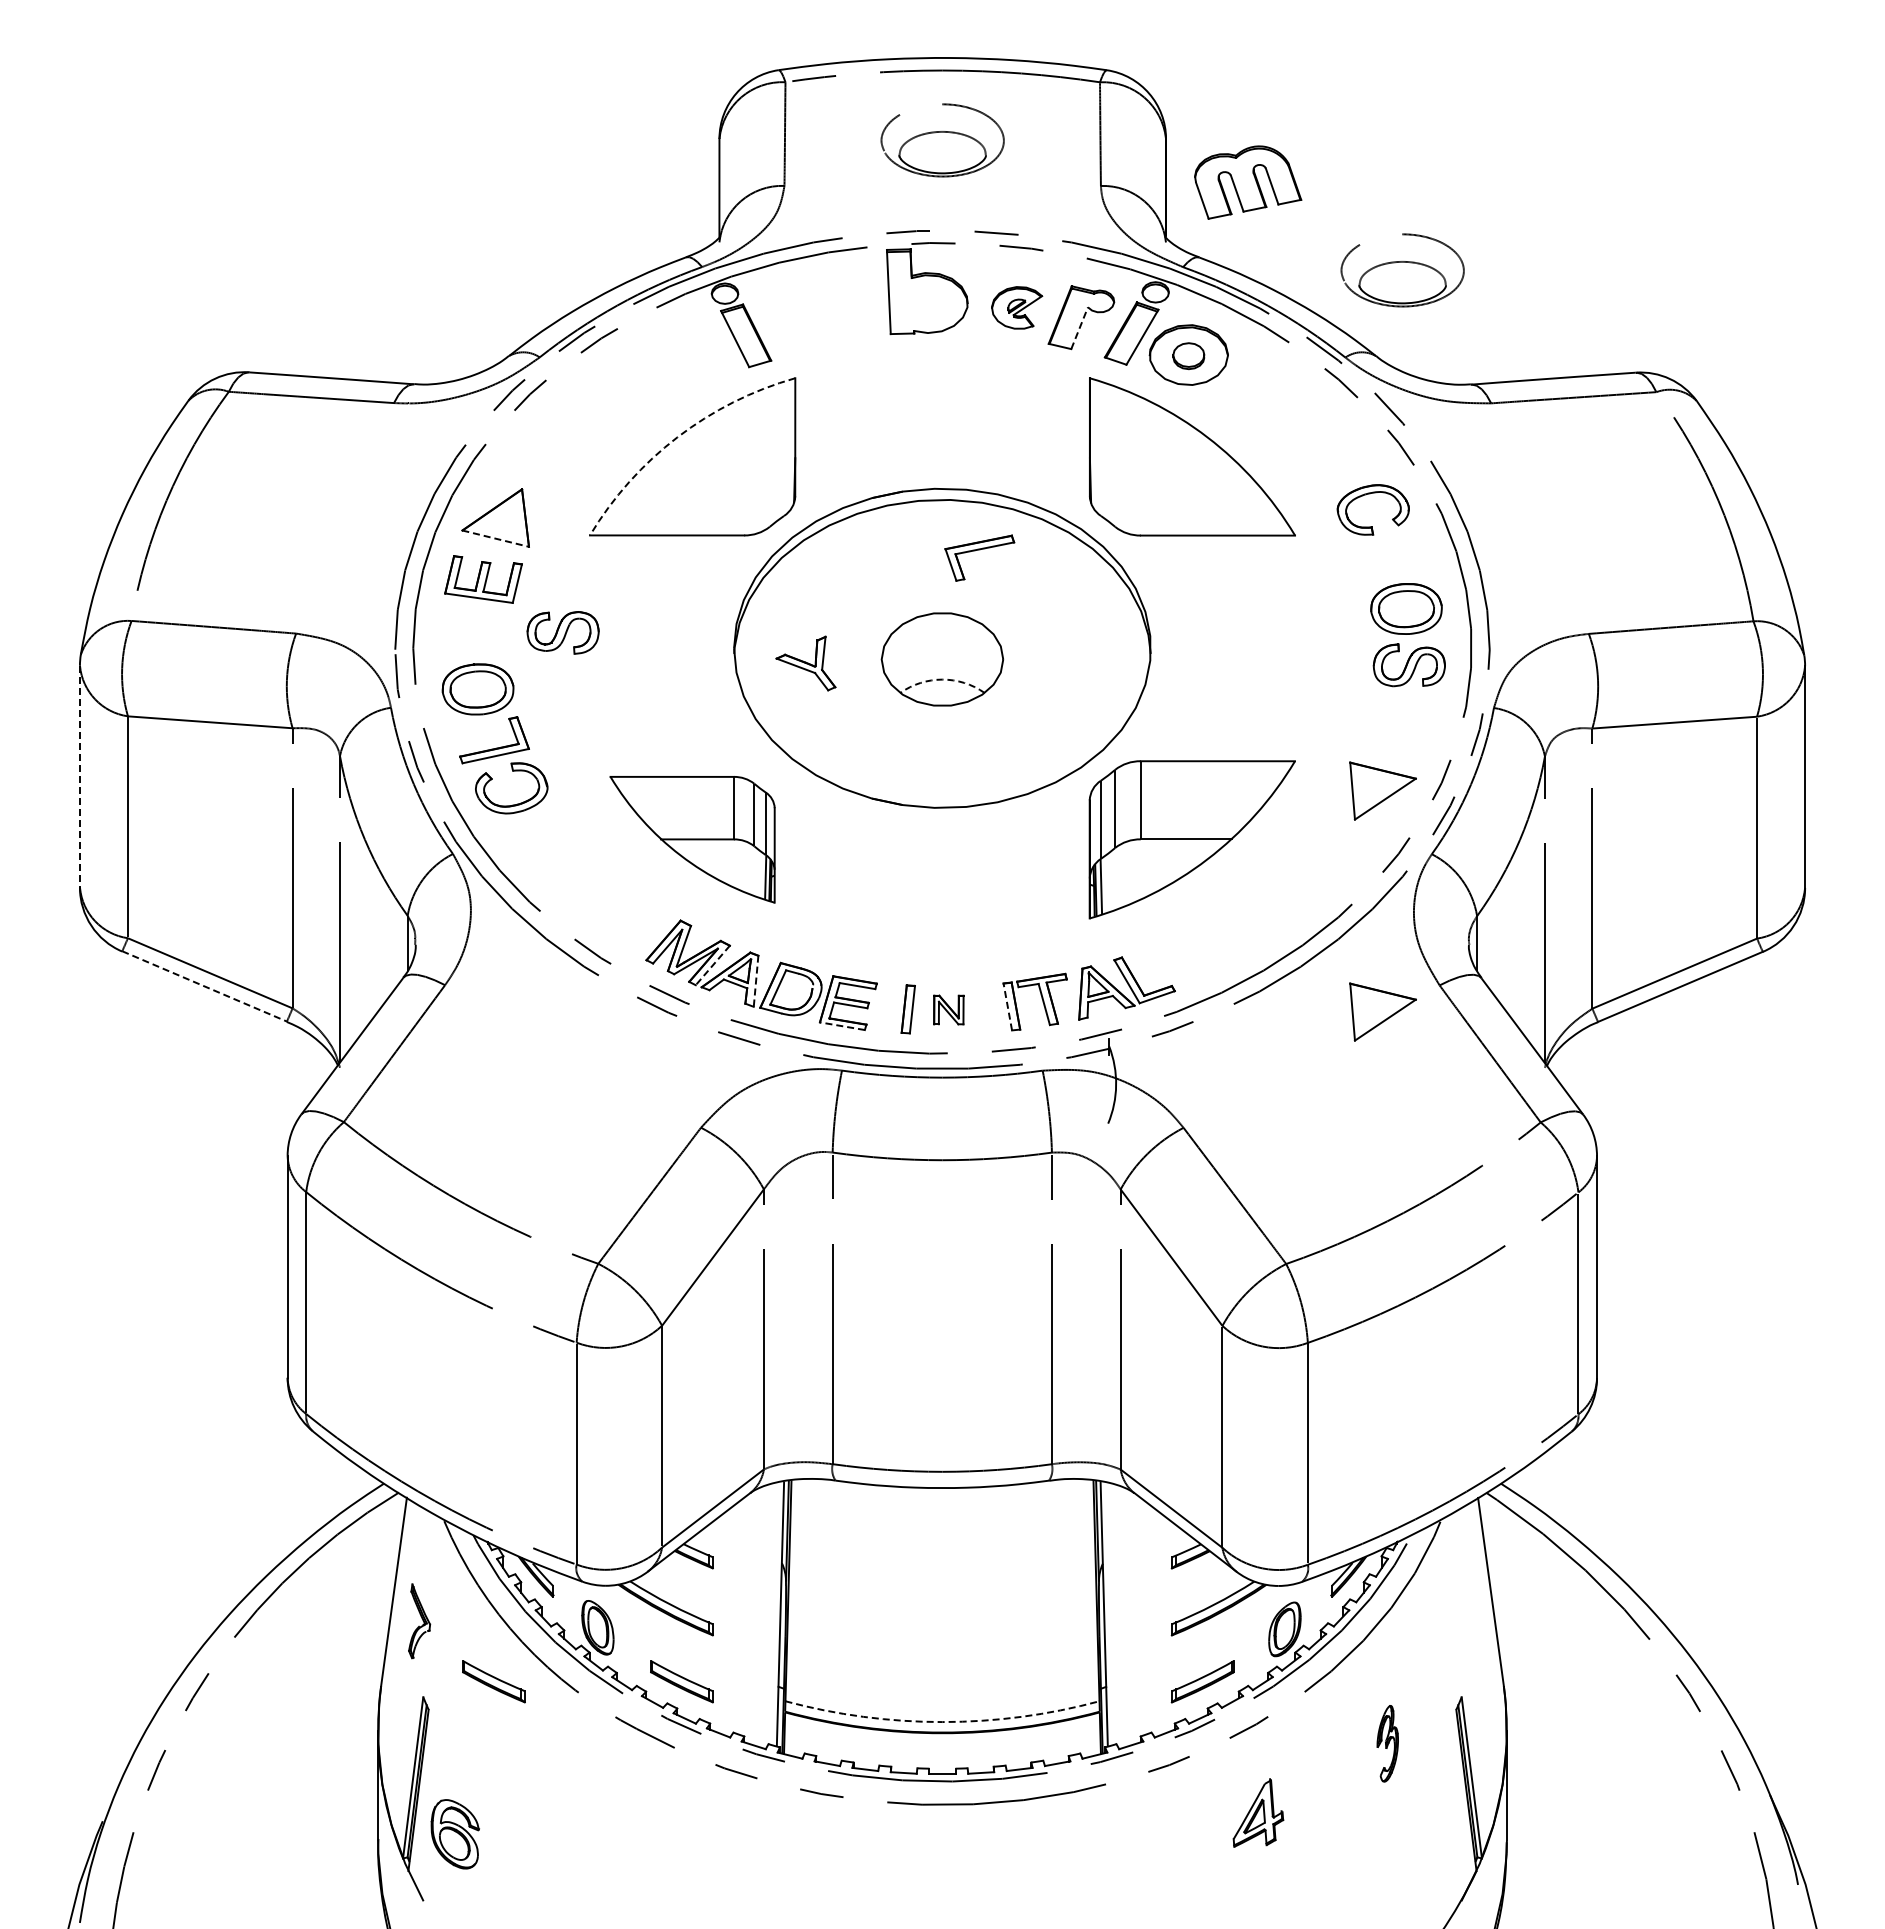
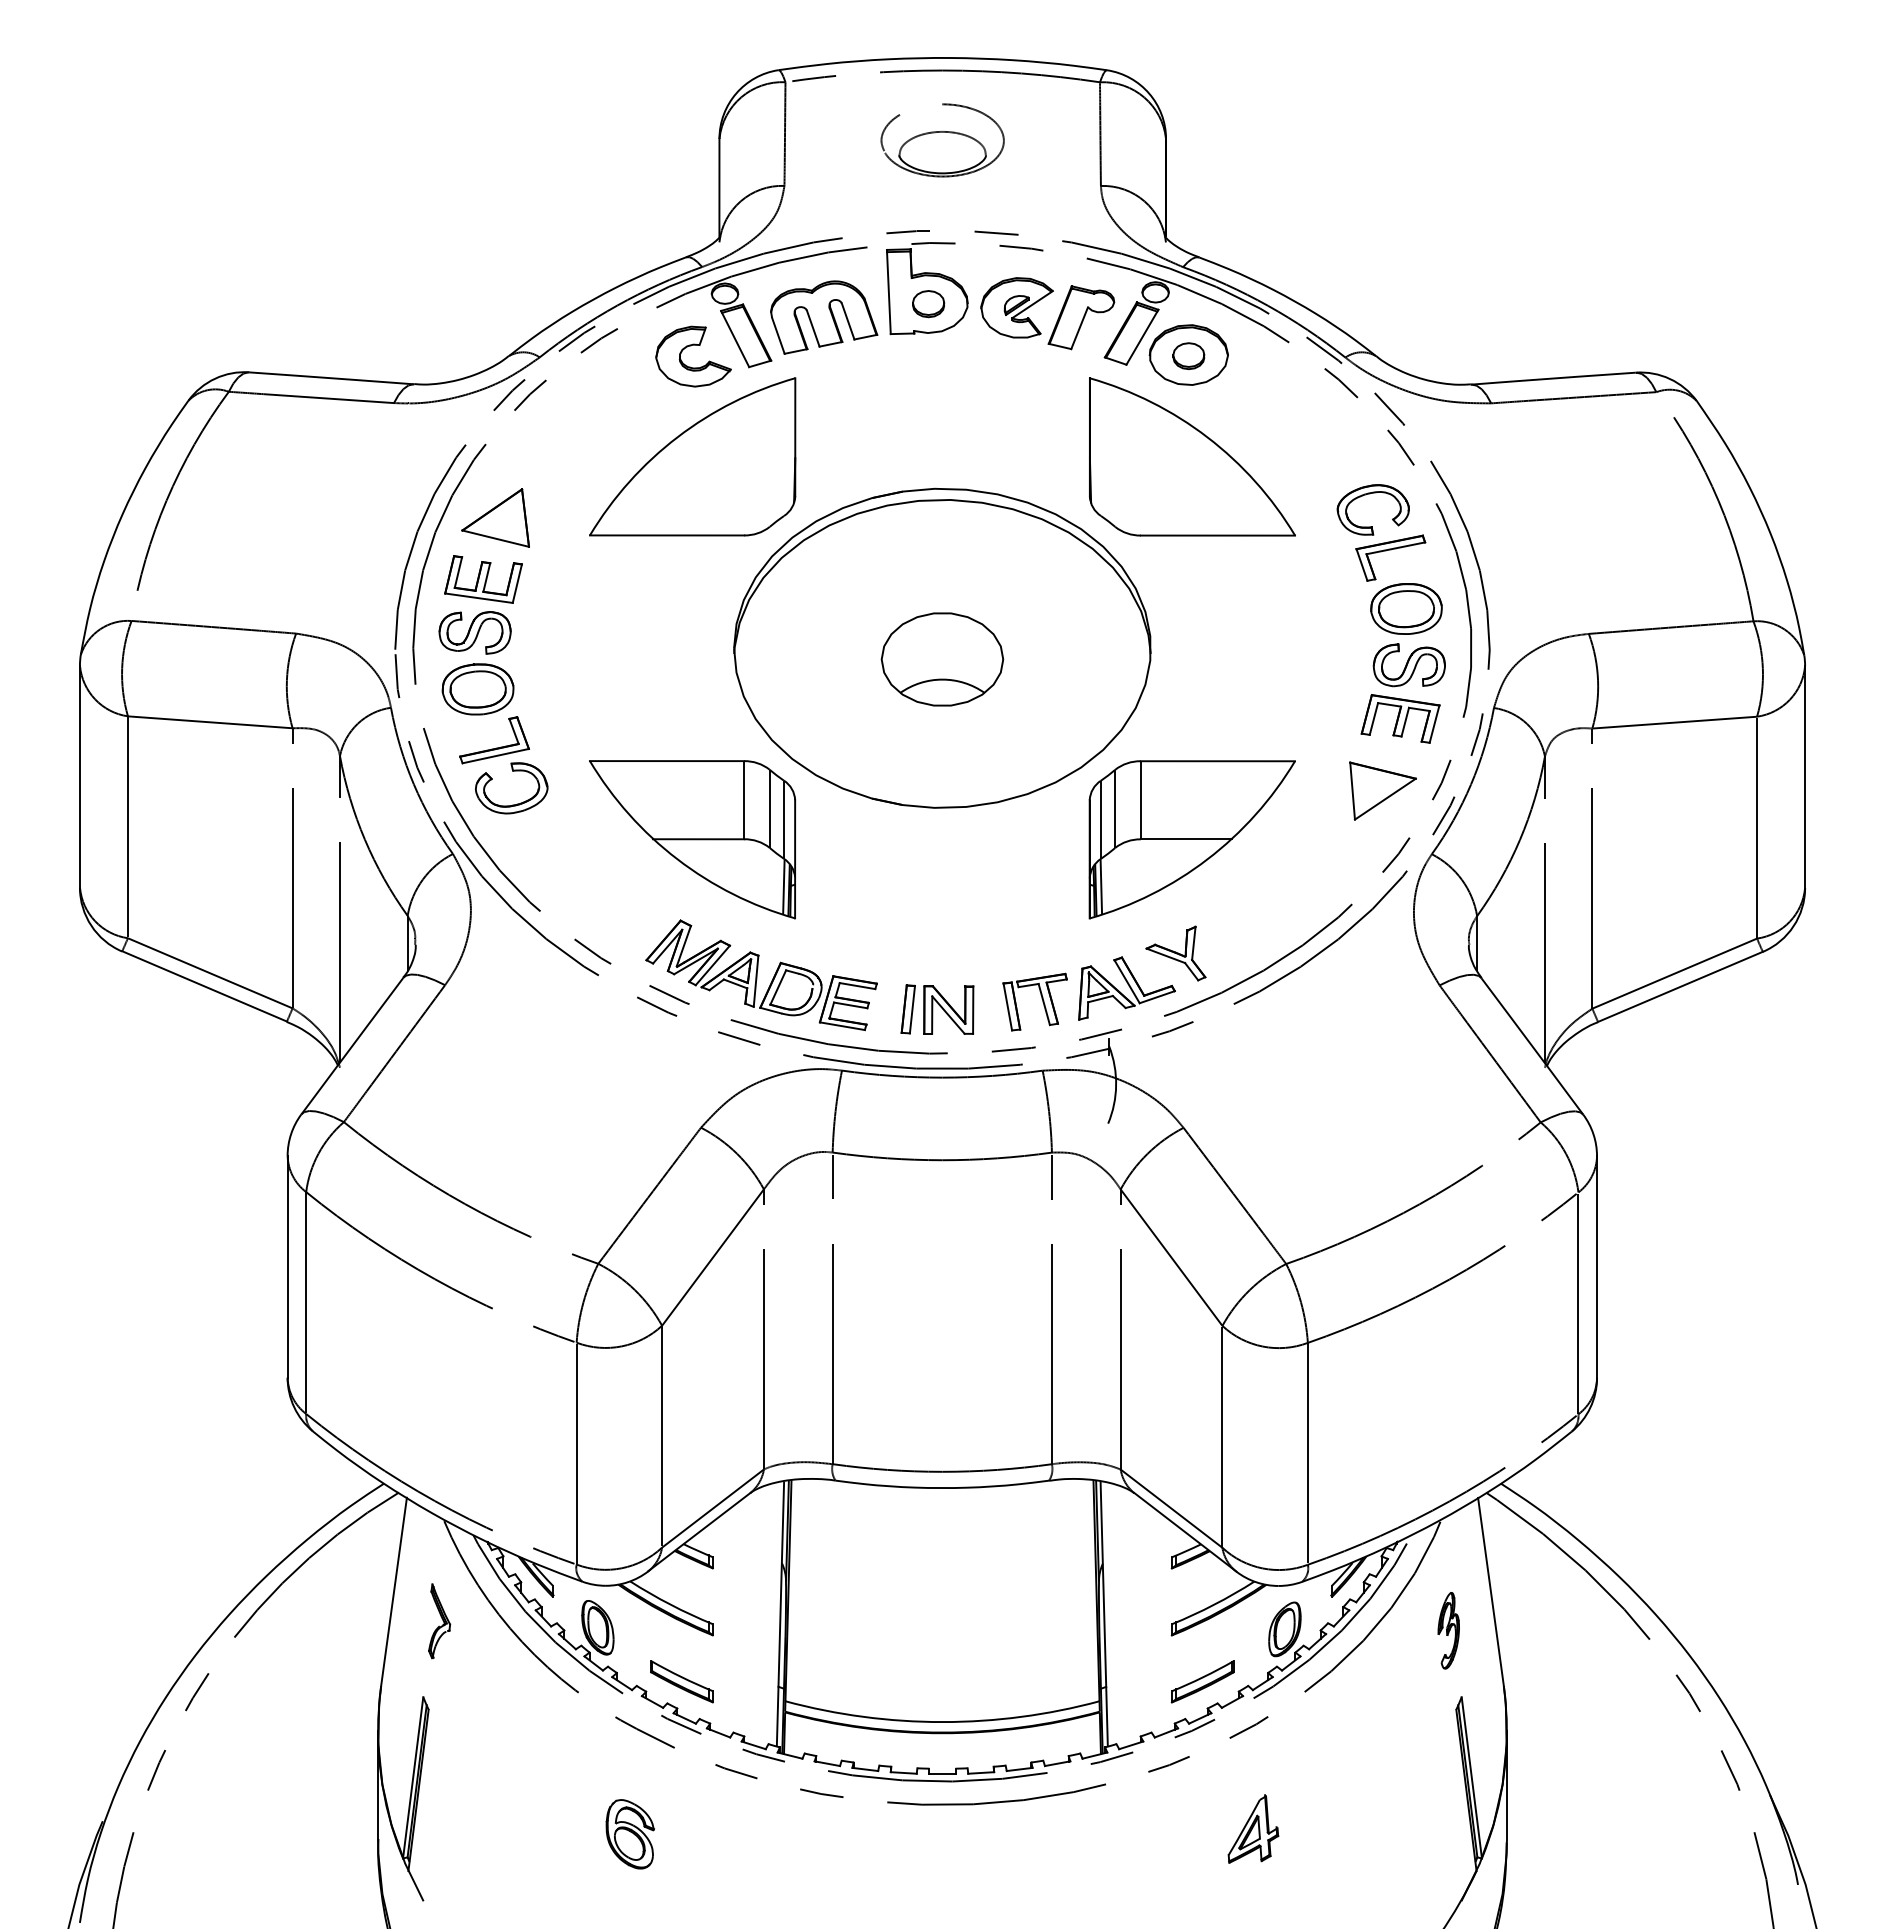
part at (1248, 182) position: (1248, 182) -> (824, 317)
part at (1402, 270): present -> none
part at (928, 304): none -> present
part at (1017, 307) size: 53x44 px -> 74x62 px
line at (1079, 327): dashed -> solid
part at (691, 346): none -> present
arc at (677, 437): dashed -> solid
line at (496, 538): dashed -> solid
part at (979, 550) position: (979, 550) -> (1390, 550)
part at (562, 632) position: (562, 632) -> (474, 632)
part at (805, 663) position: (805, 663) -> (1175, 953)
arc at (942, 679): dashed -> solid
part at (1400, 718): none -> present
line at (79, 776): dashed -> solid
part at (692, 839) size: 167x128 px -> 208x160 px
line at (712, 965): dashed -> solid
line at (756, 981): dashed -> solid
line at (204, 986): dashed -> solid
line at (1007, 1006): dashed -> solid
part at (948, 1009) size: 32x32 px -> 52x50 px
part at (1382, 1011): present -> none
line at (842, 1026): dashed -> solid
part at (419, 1621) position: (419, 1621) -> (439, 1621)
part at (493, 1681): present -> none
arc at (942, 1722): dashed -> solid
part at (1387, 1743) position: (1387, 1743) -> (1448, 1630)
part at (1258, 1812) position: (1258, 1812) -> (1253, 1828)
part at (454, 1834) position: (454, 1834) -> (629, 1834)
